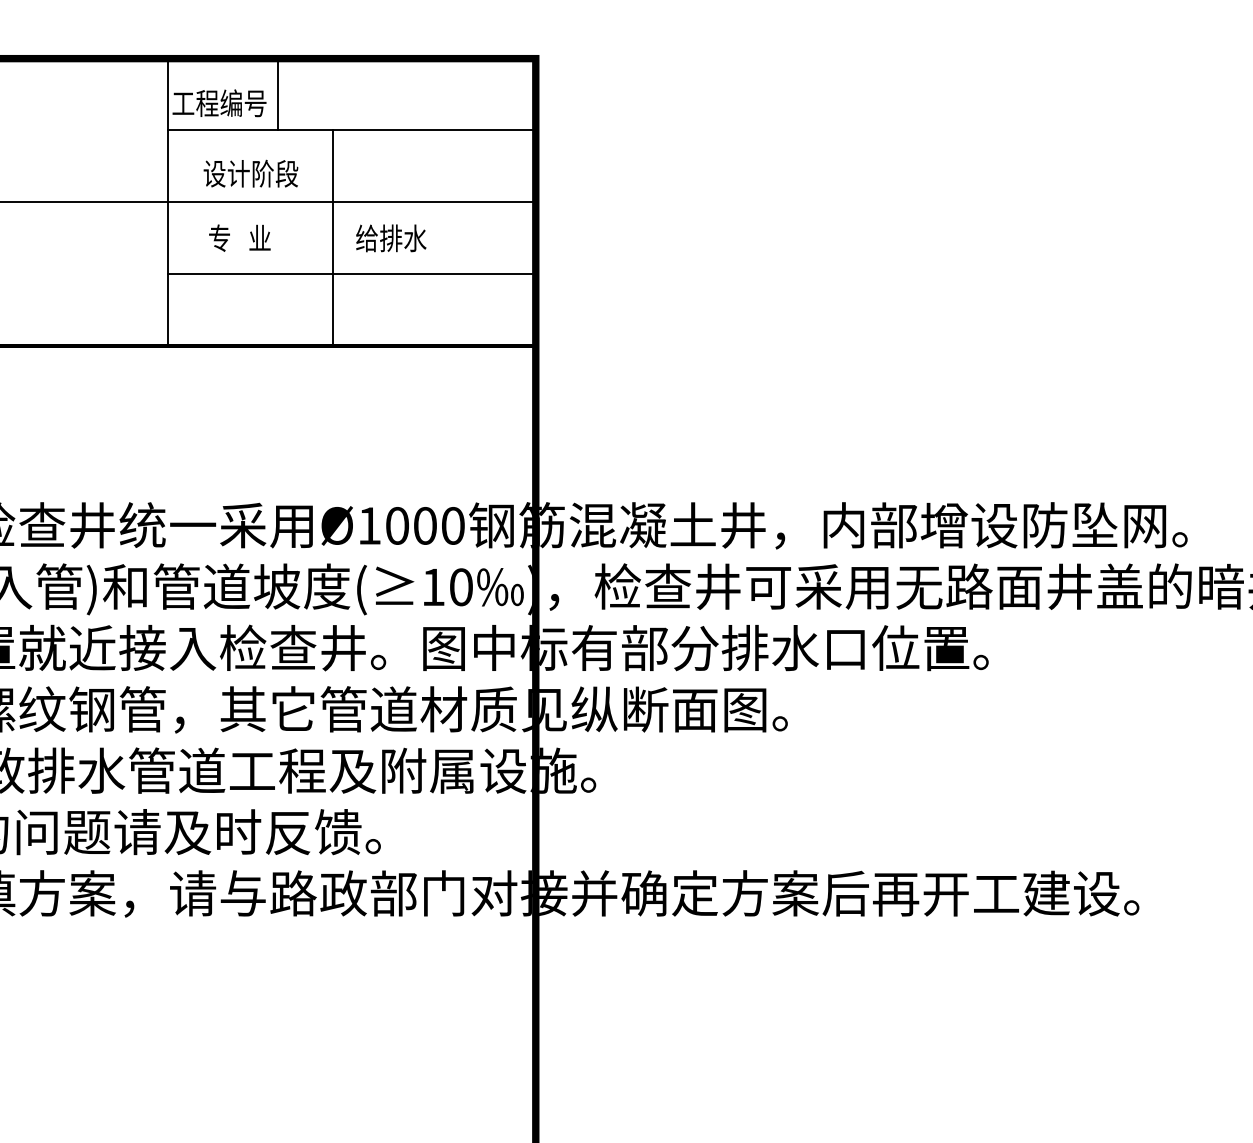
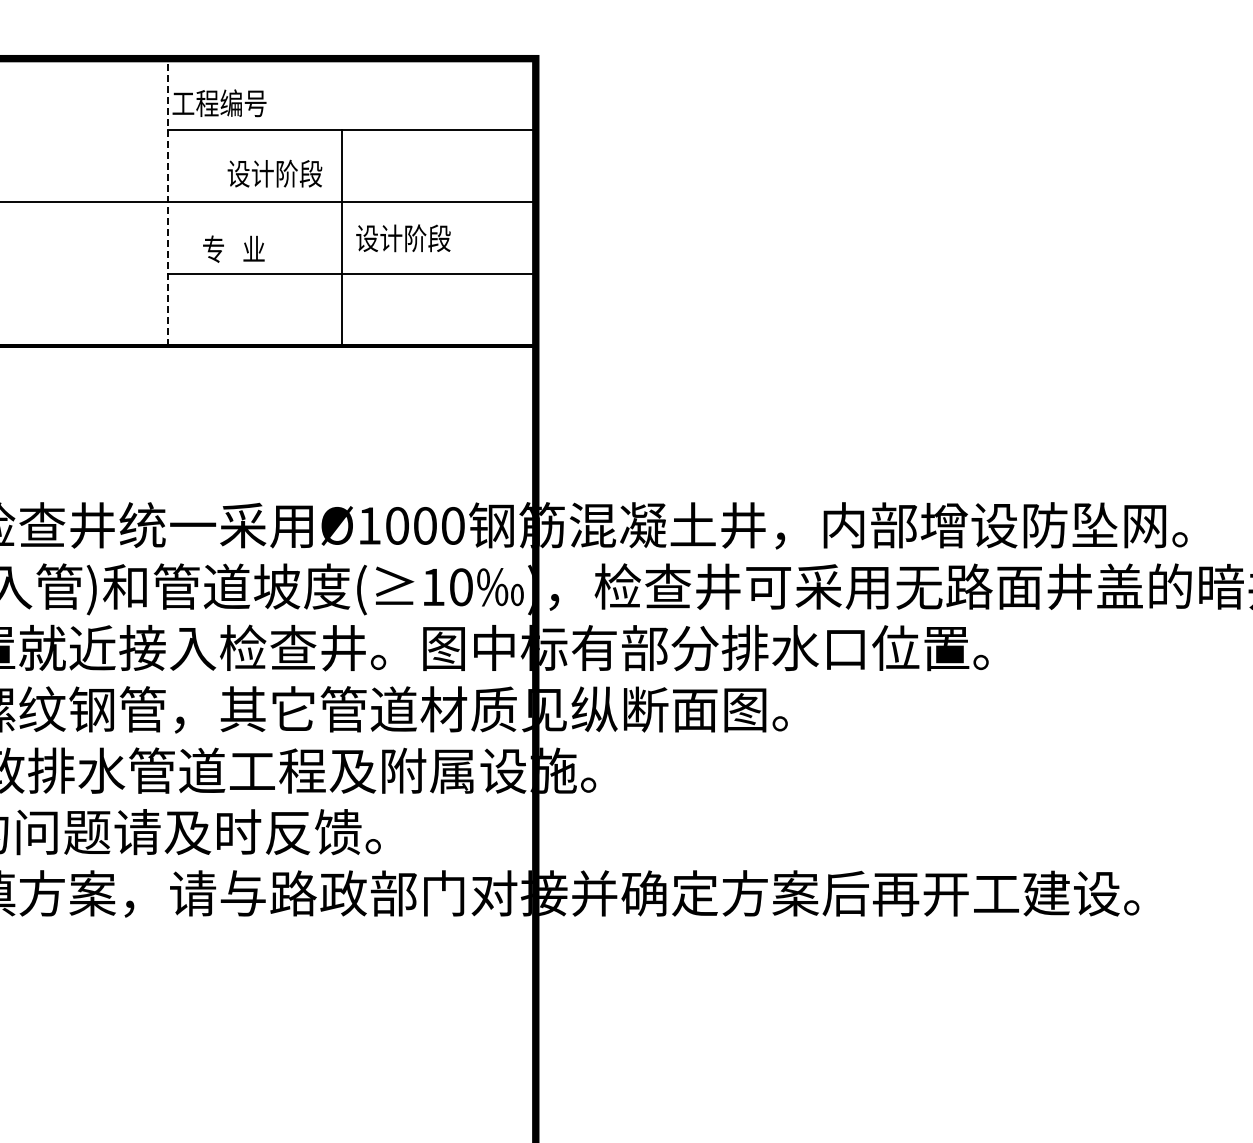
line at (278, 94): present -> none
text at (250, 173) position: (250, 173) -> (274, 173)
line at (167, 202): solid -> dashed
text at (239, 237) position: (239, 237) -> (233, 248)
line at (333, 237) position: (333, 237) -> (342, 237)
text at (403, 238): 给排水 -> 设计阶段
